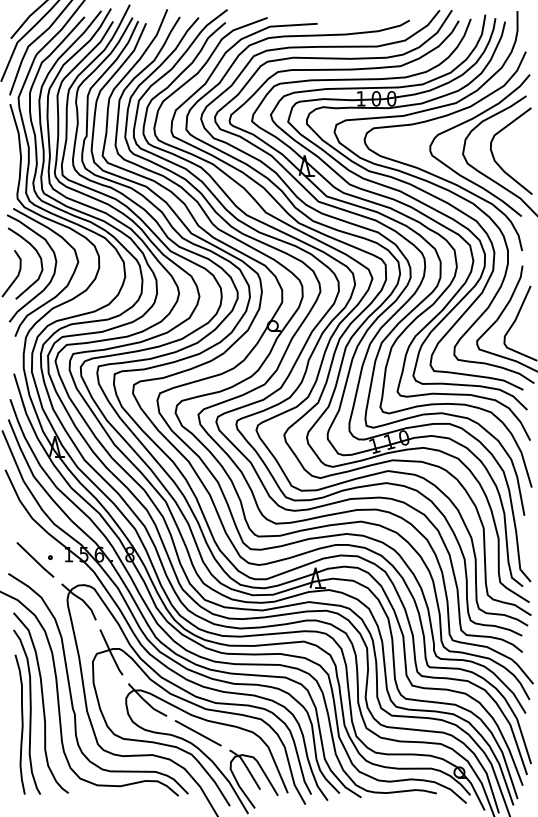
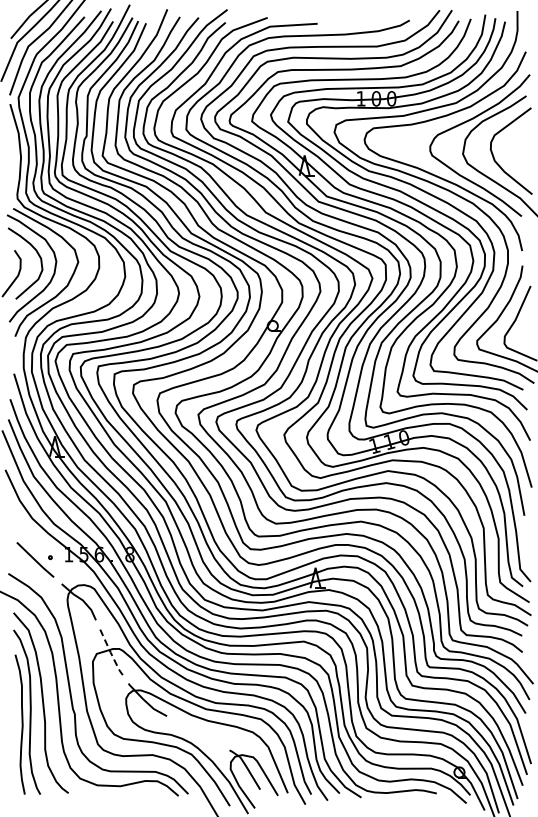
line at (111, 653): solid -> dashed
line at (197, 733): present -> none
